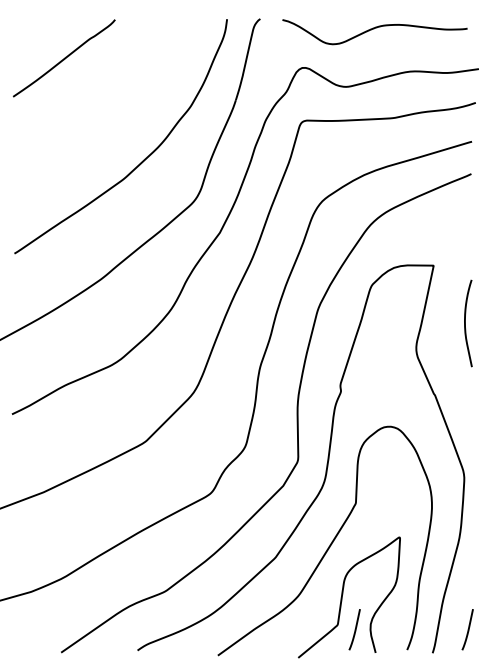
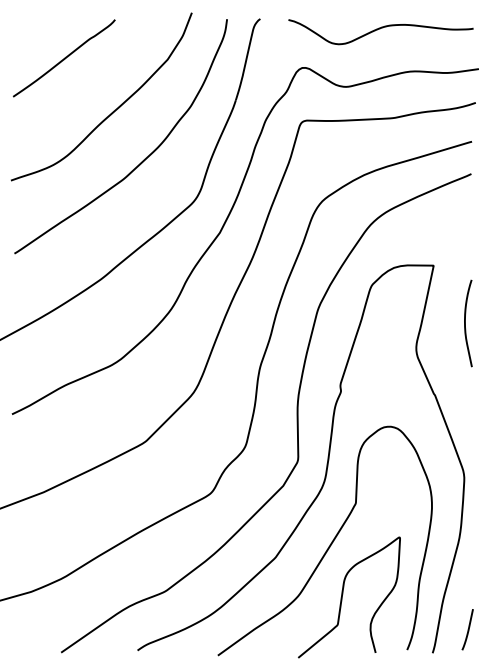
curve at (374, 29) position: (374, 29) -> (380, 29)
curve at (113, 110): none -> present
line at (354, 629): present -> none
